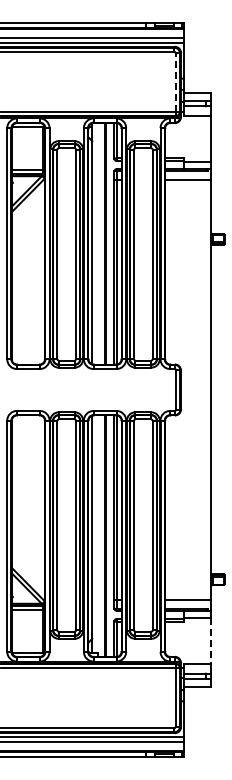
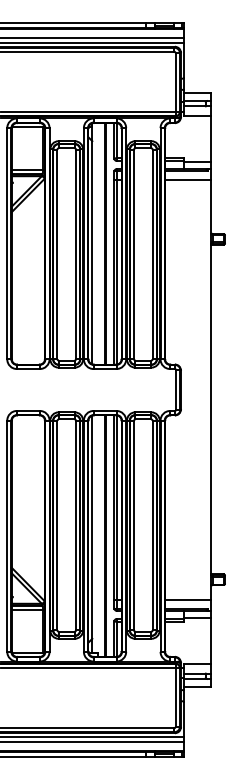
line at (175, 82): dashed -> solid
line at (211, 640): dashed -> solid
